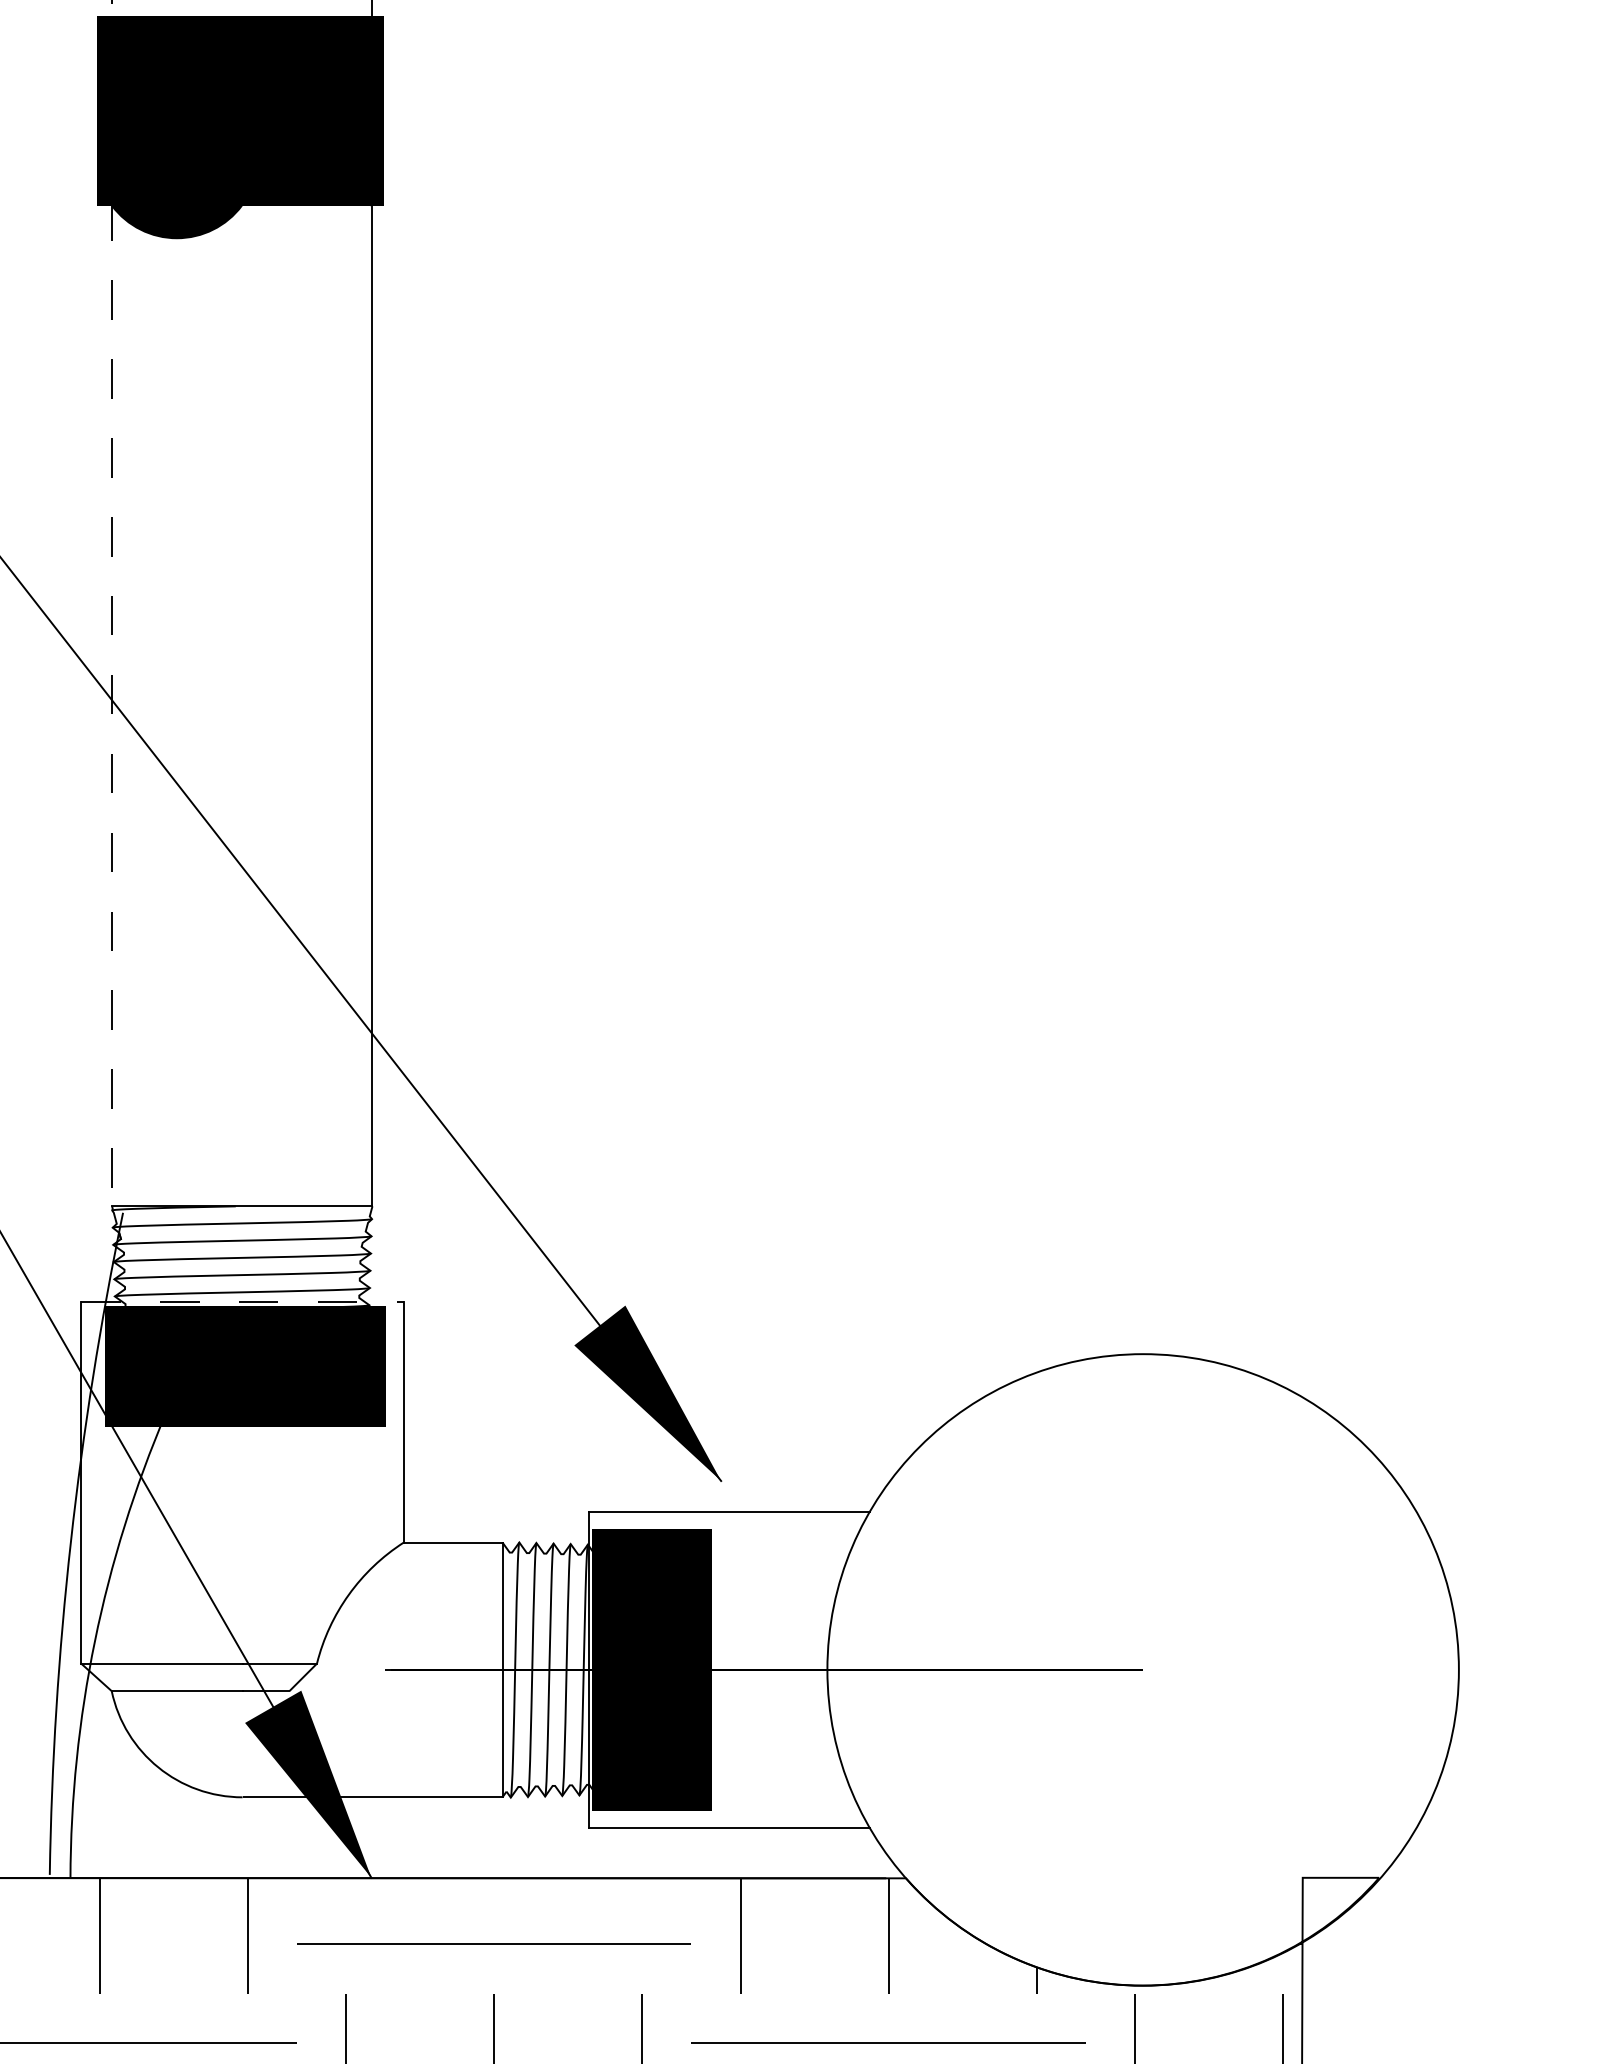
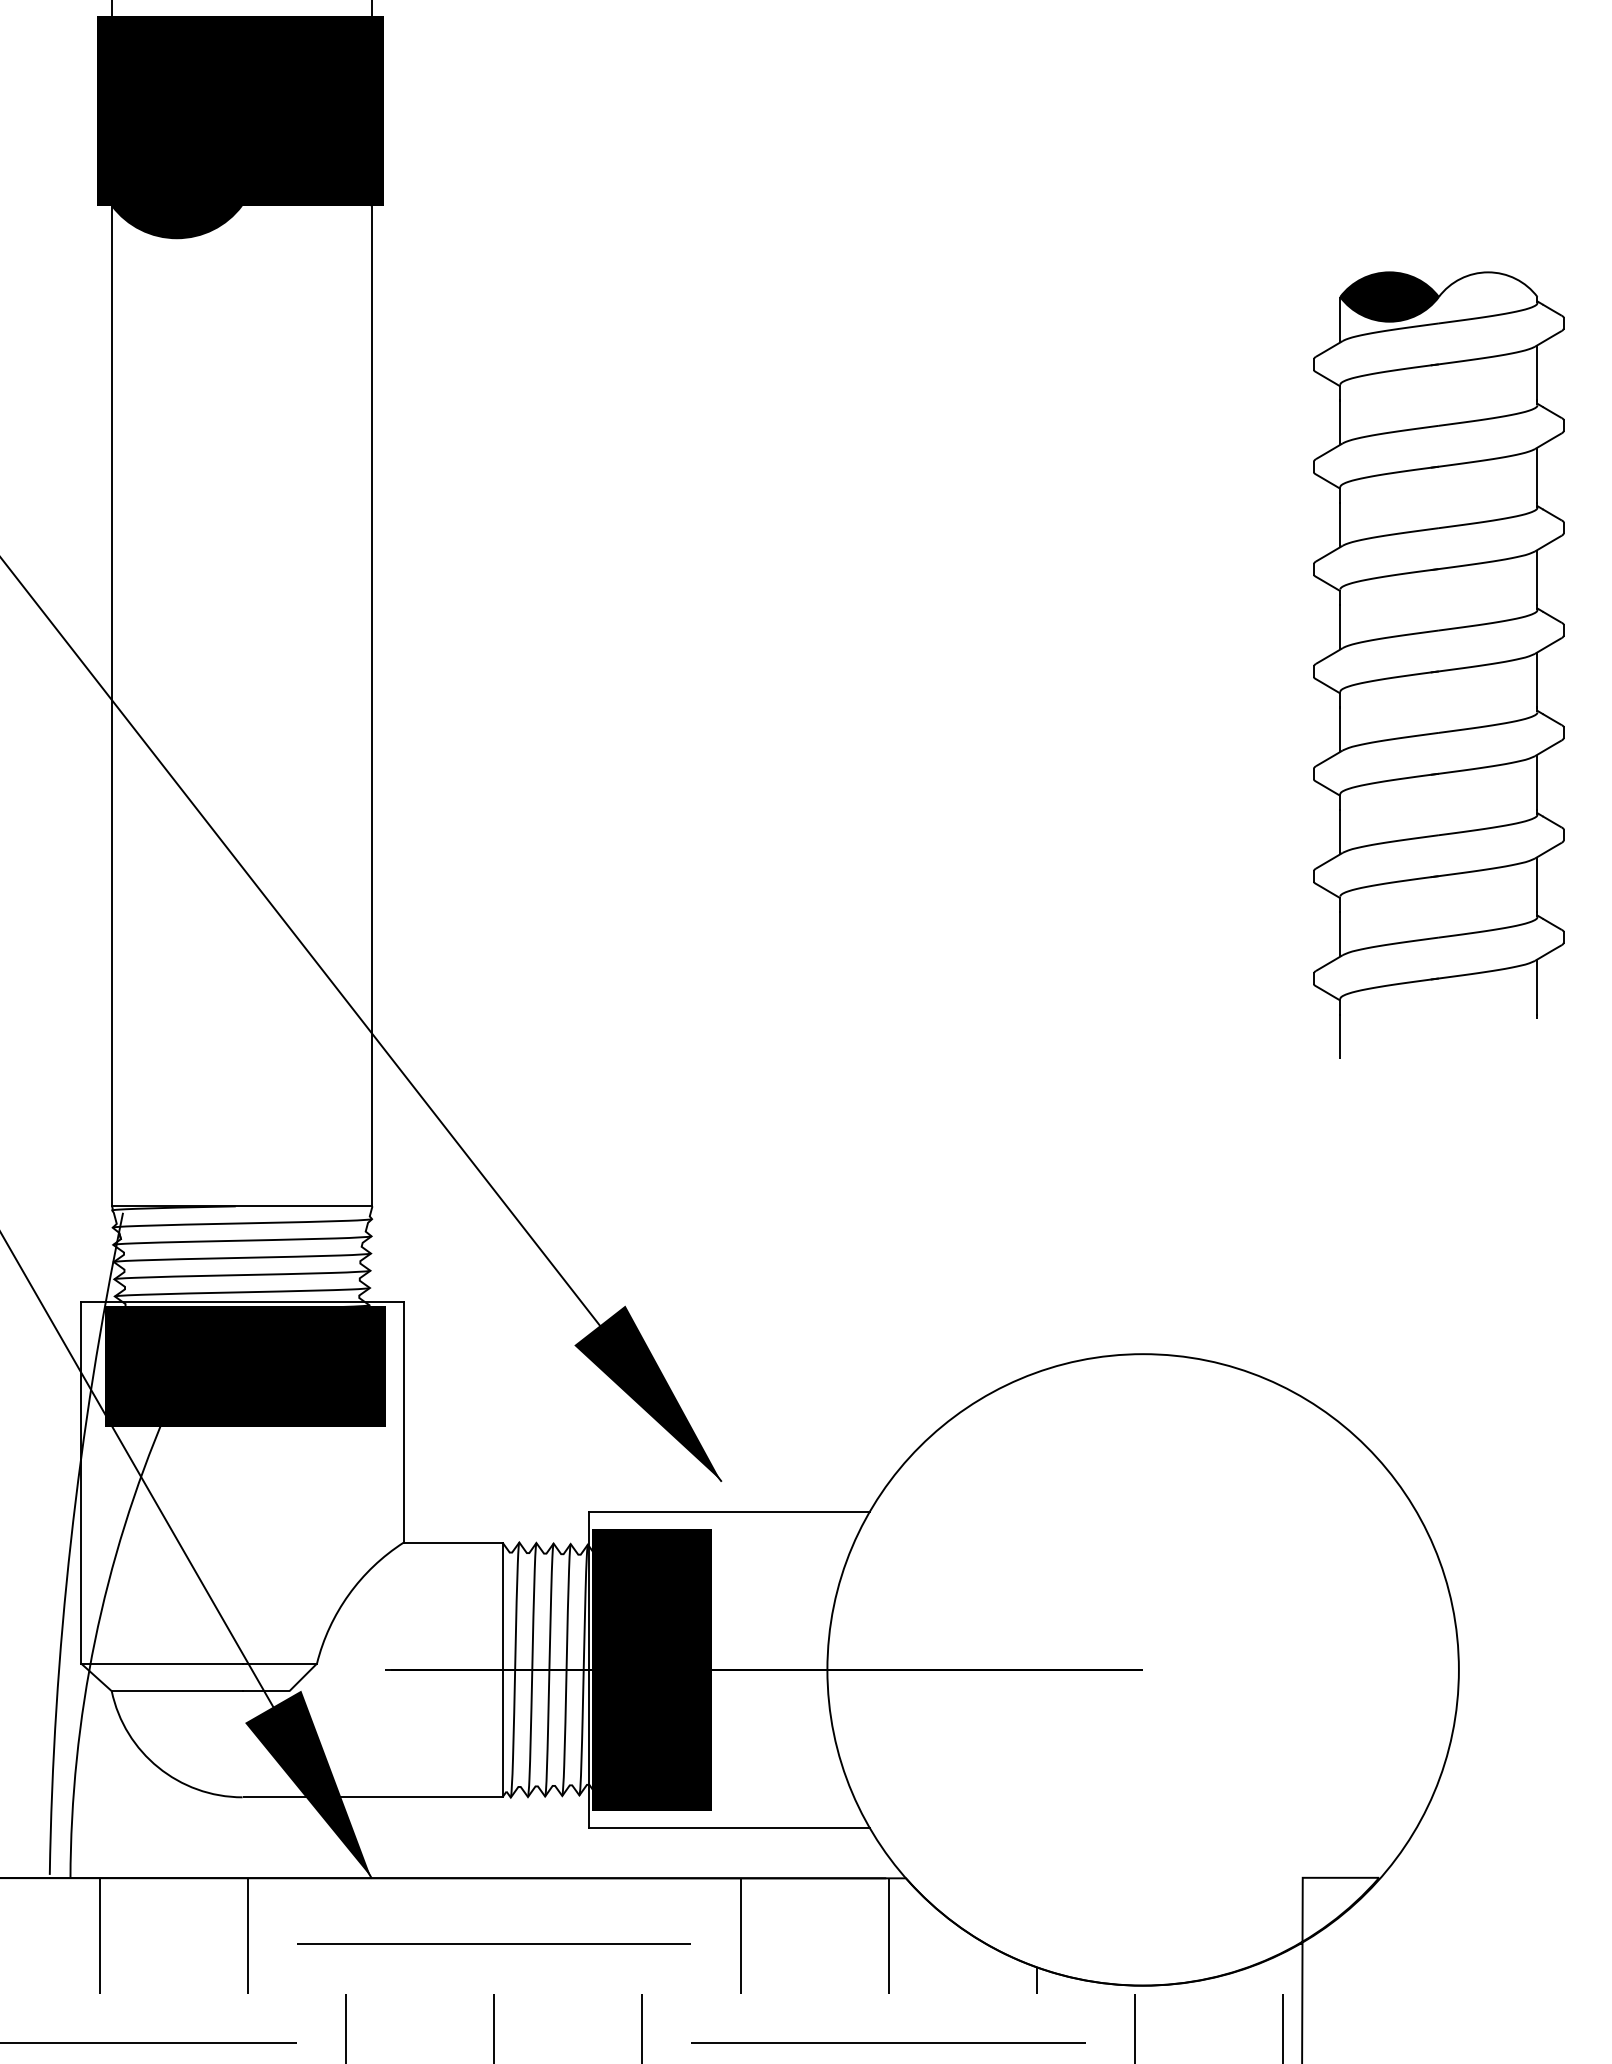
line at (112, 603): dashed -> solid
part at (1438, 664): none -> present
line at (243, 1301): dashed -> solid
